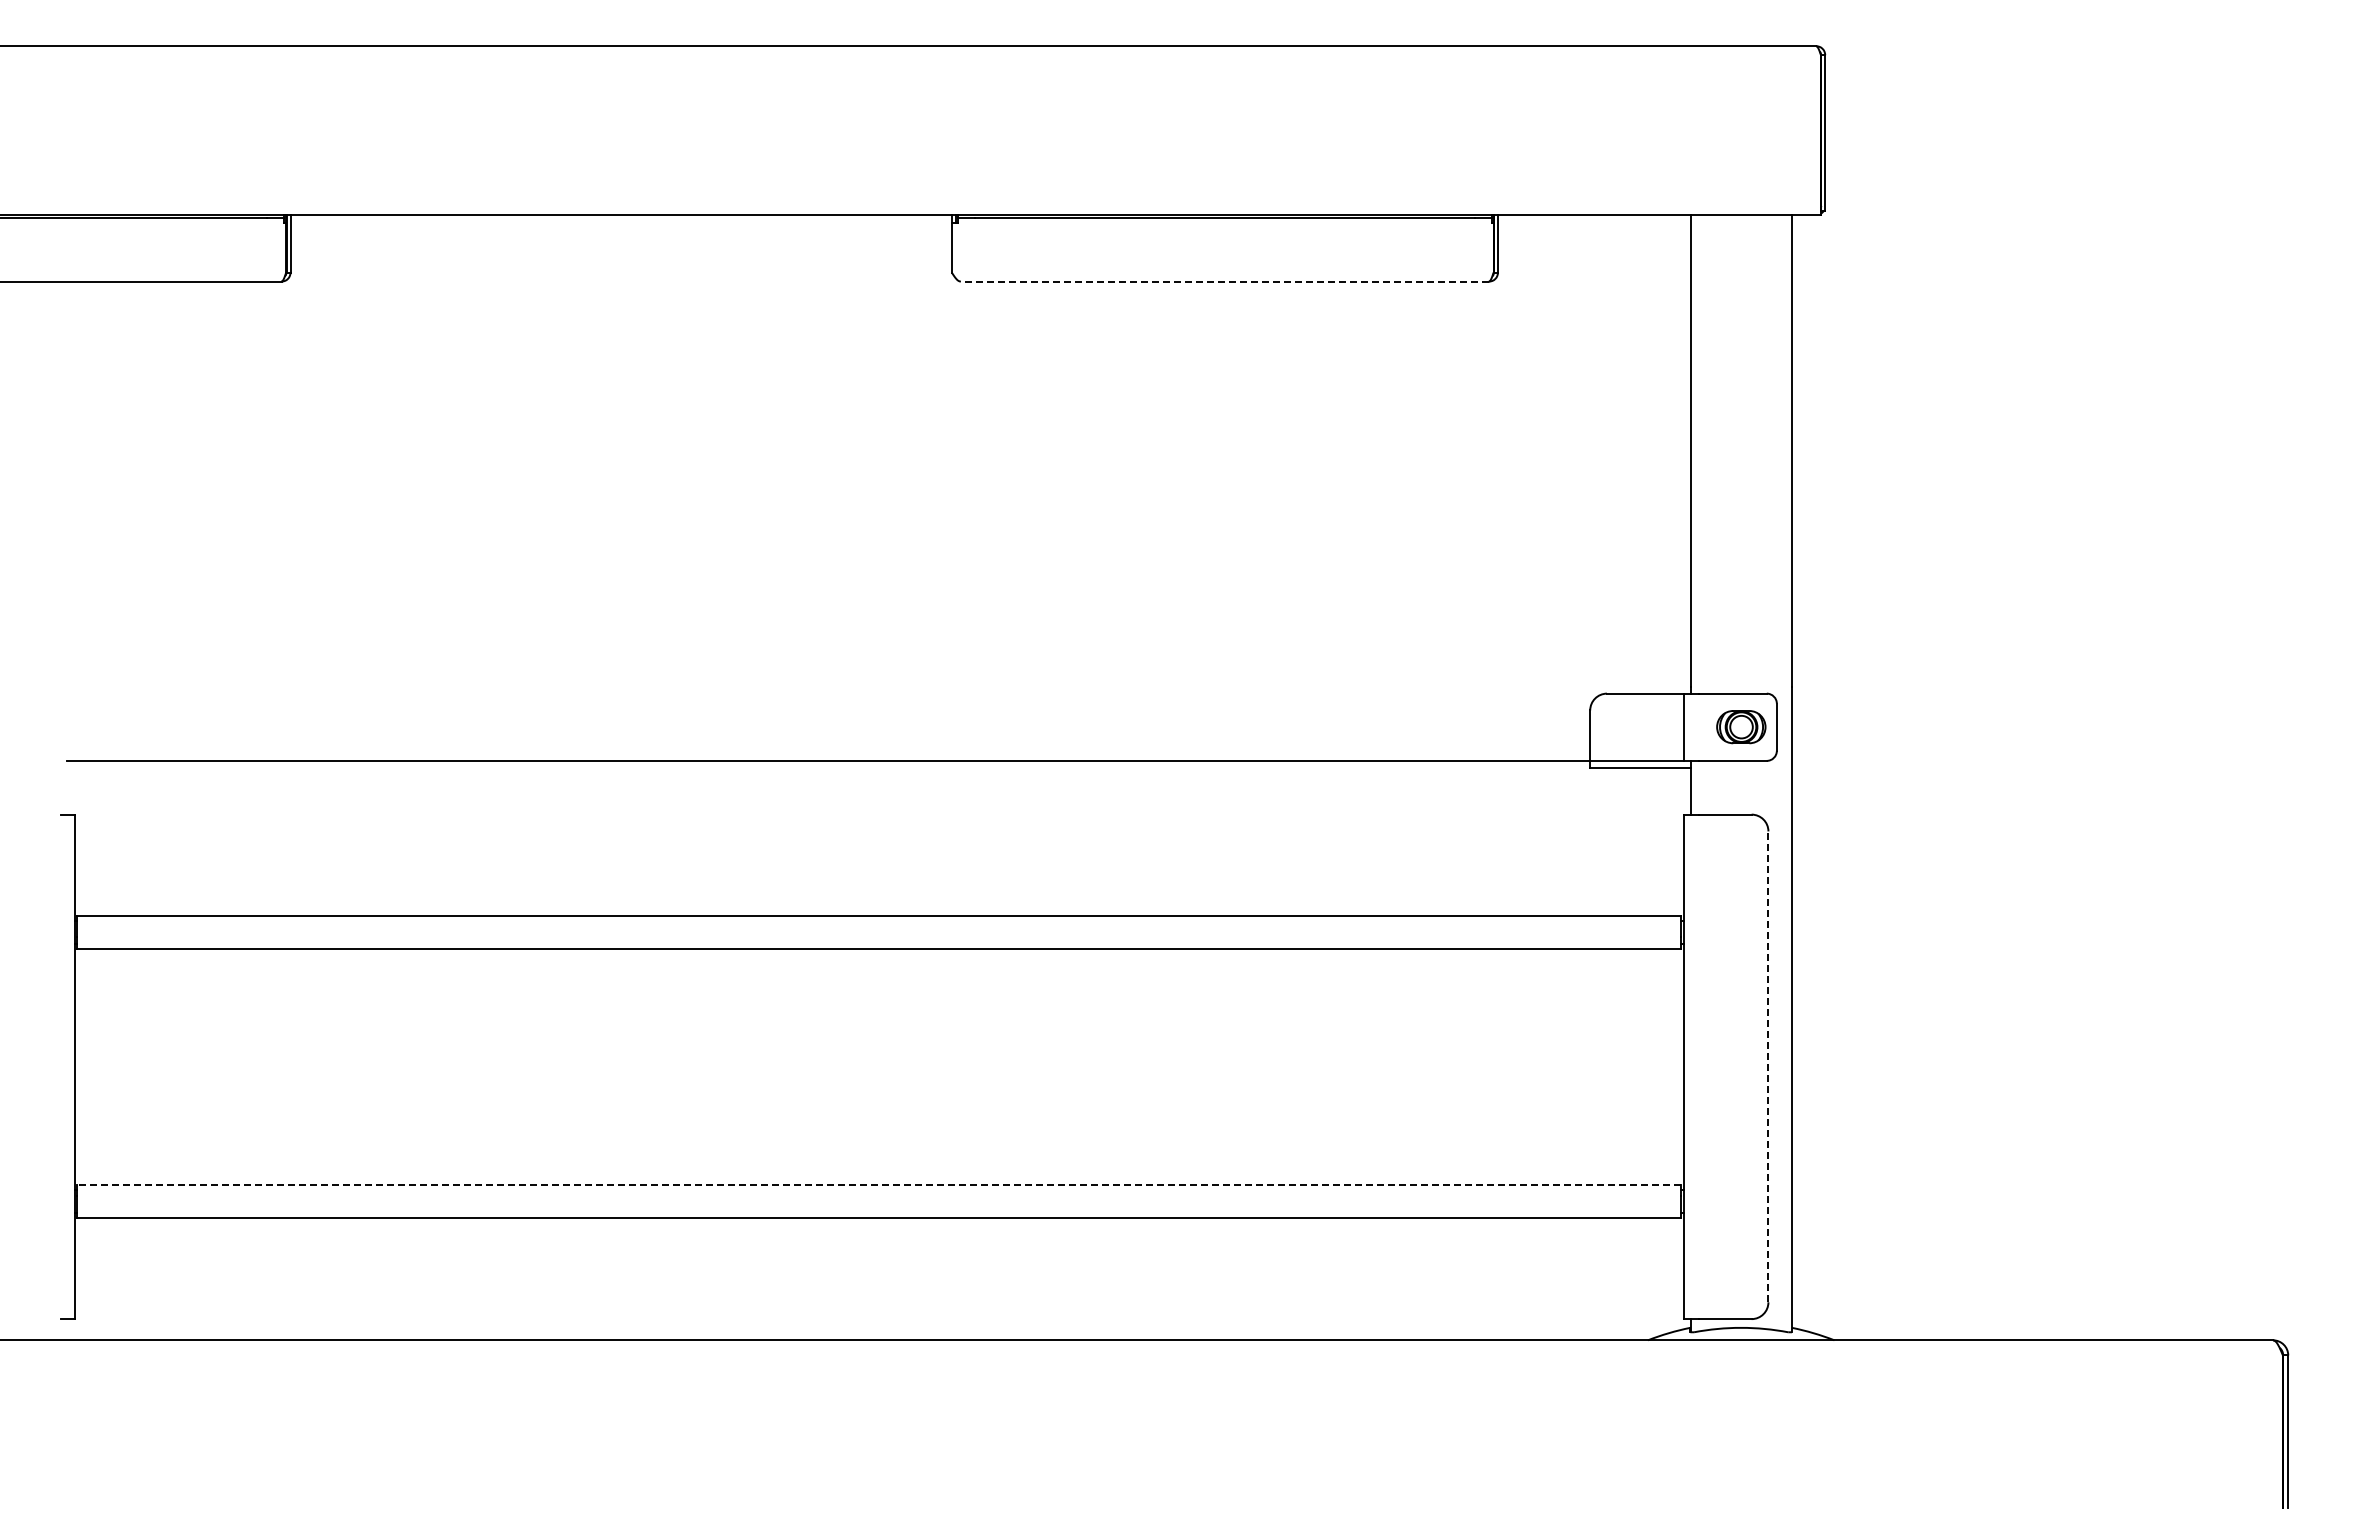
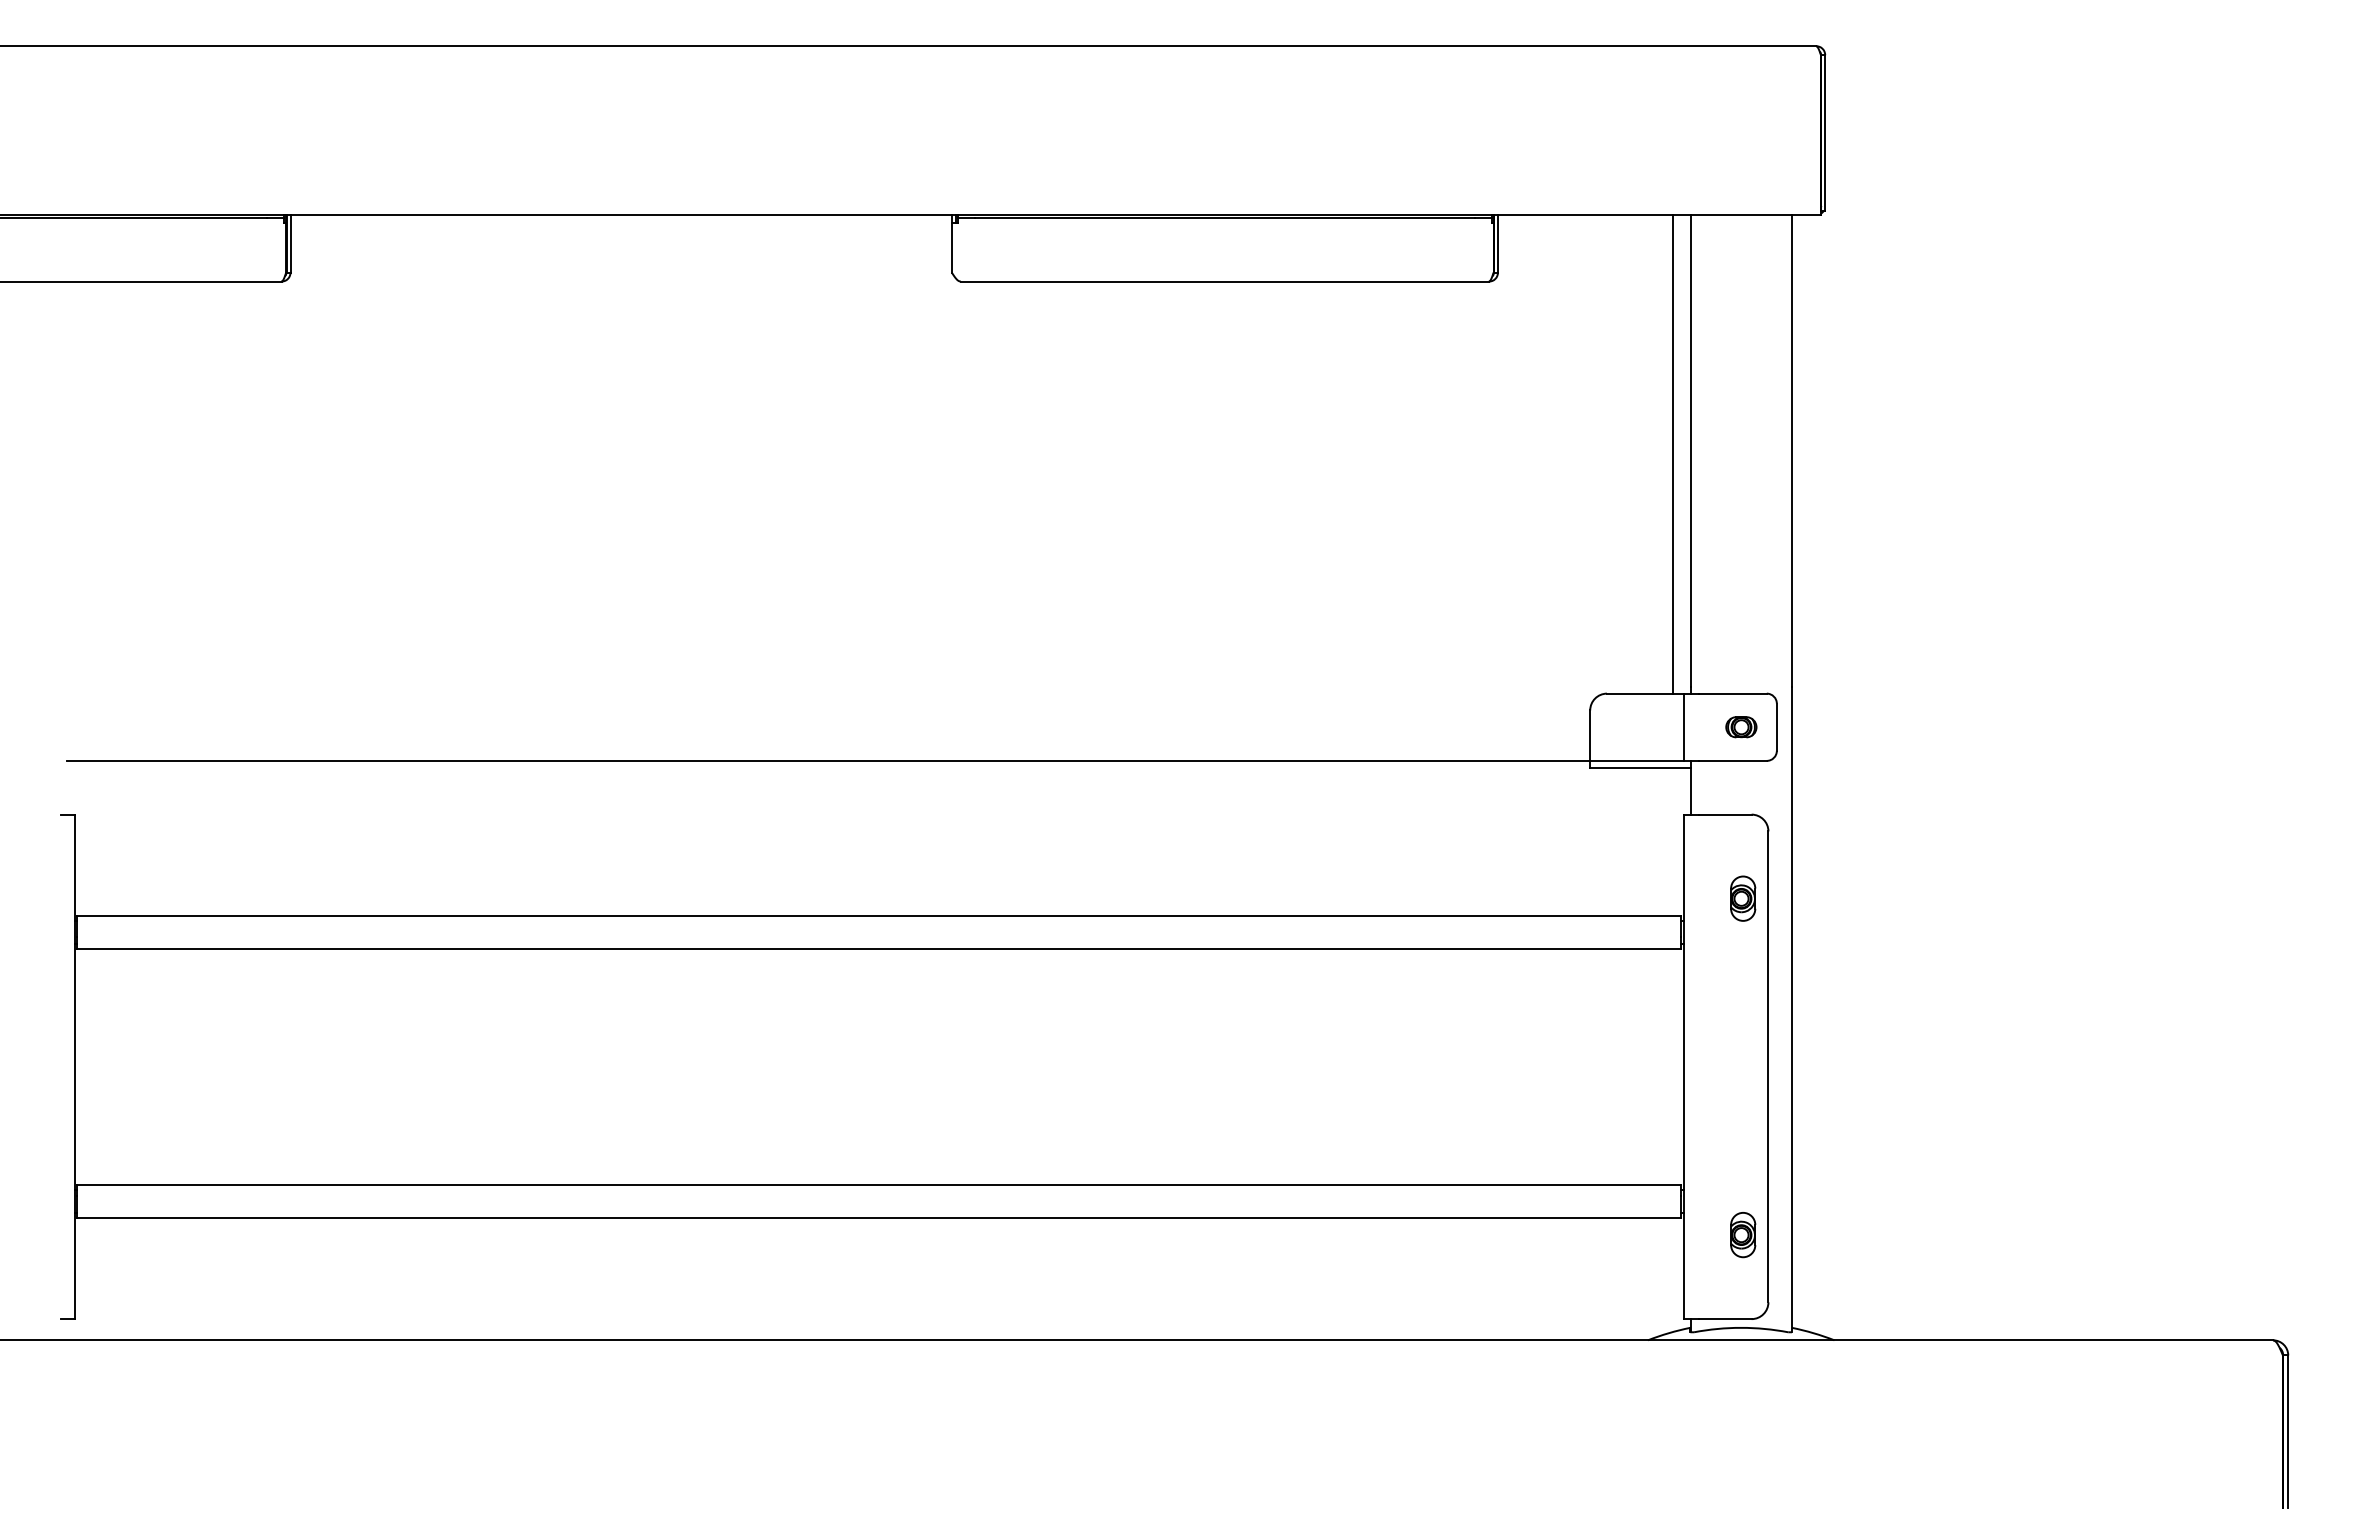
line at (1224, 281): dashed -> solid
line at (1672, 454): none -> present
part at (1741, 727) size: 51x35 px -> 33x23 px
part at (1743, 898): none -> present
line at (1768, 1066): dashed -> solid
line at (878, 1184): dashed -> solid
part at (1743, 1235): none -> present
